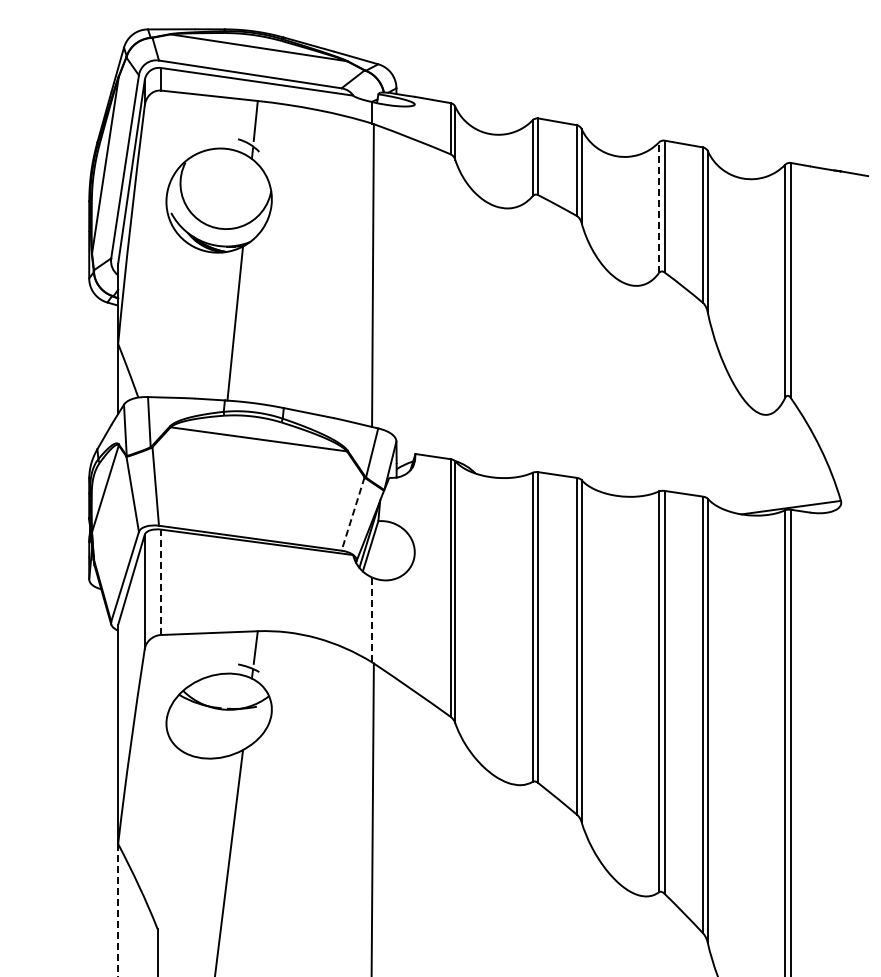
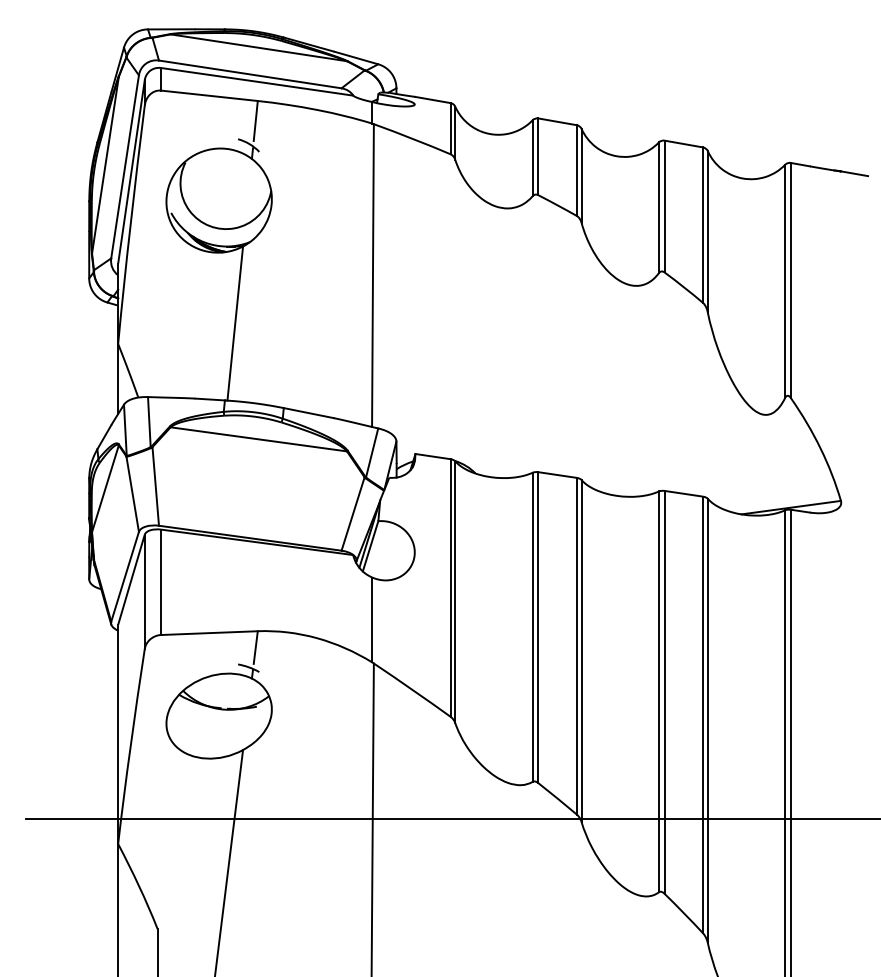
line at (658, 207): dashed -> solid
line at (352, 514): dashed -> solid
line at (160, 582): dashed -> solid
line at (372, 619): dashed -> solid
line at (451, 818): none -> present
line at (118, 910): dashed -> solid
